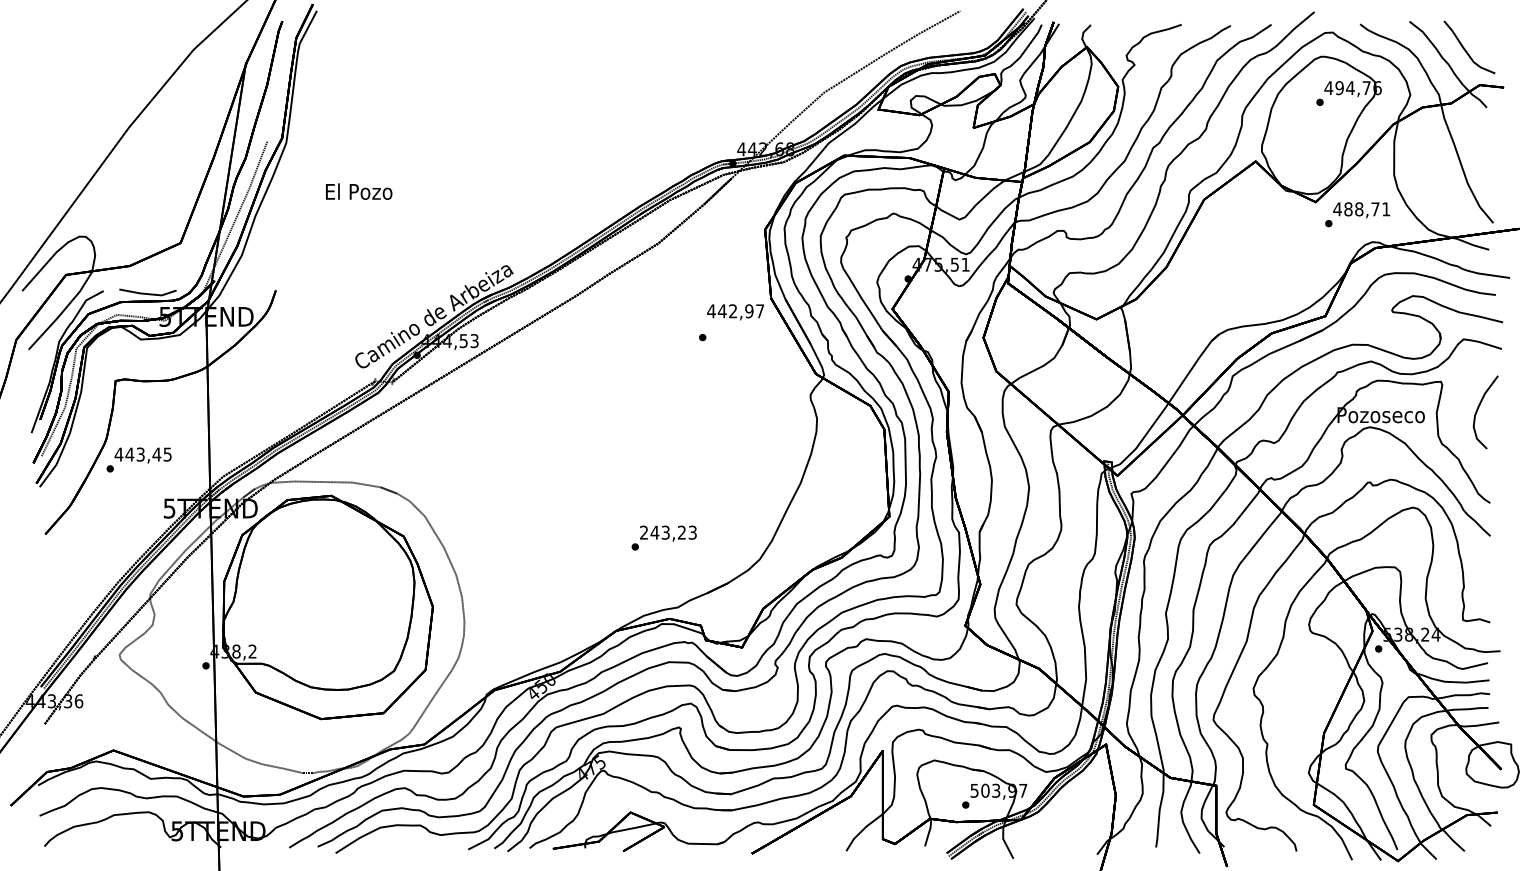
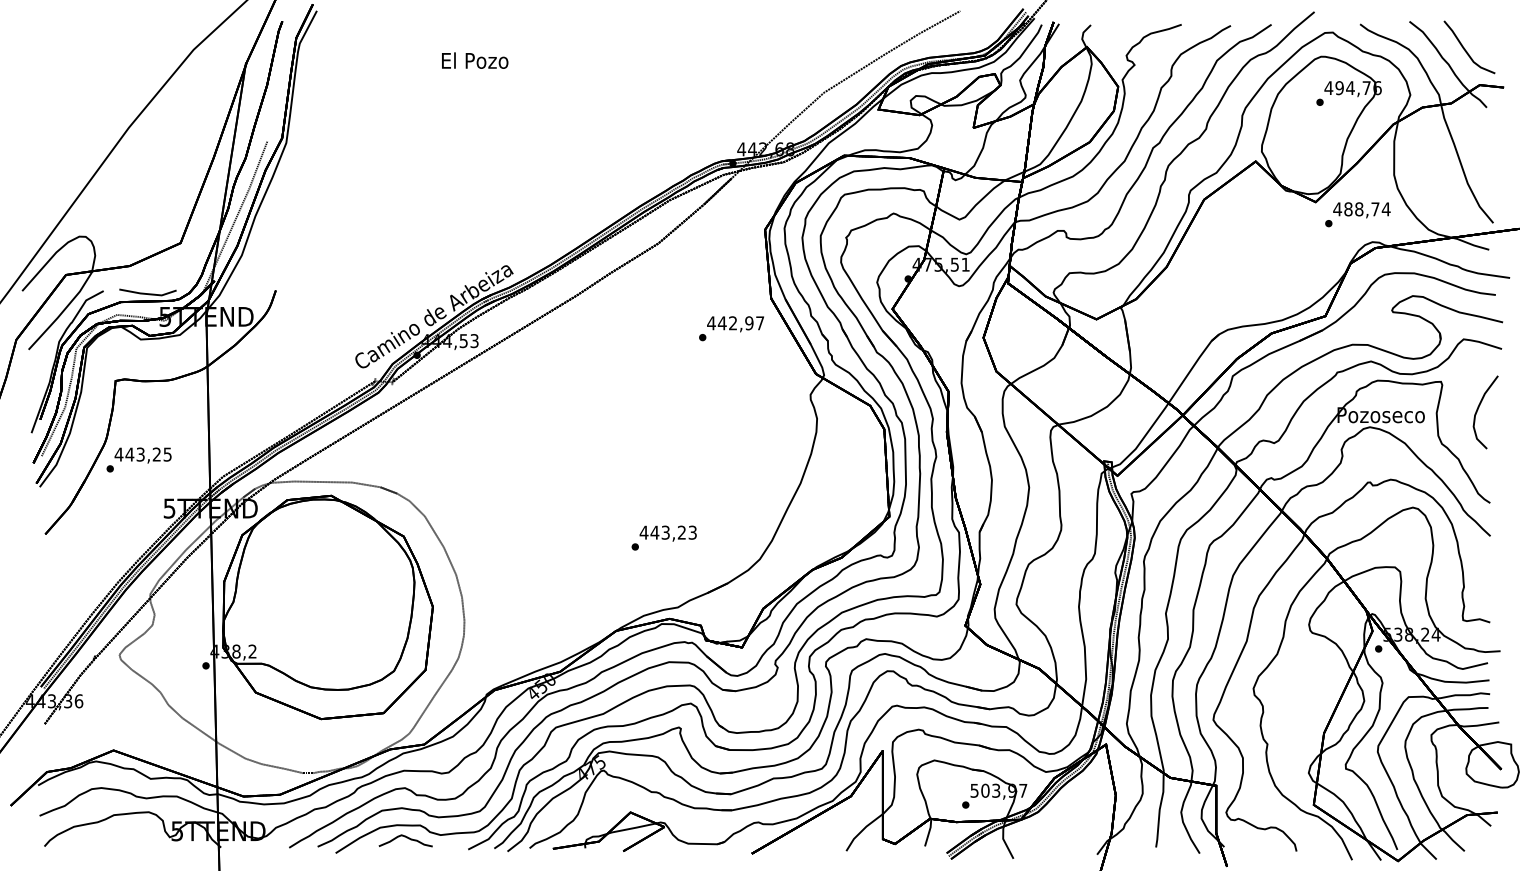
text at (359, 191) position: (359, 191) -> (475, 60)
text at (1385, 209): 488,71 -> 488,74
text at (735, 312) position: (735, 312) -> (735, 324)
text at (156, 454): 443,45 -> 443,25
text at (643, 532): 243,23 -> 443,23
curve at (406, 838): none -> present
